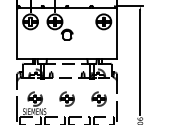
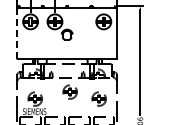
line at (17, 33): solid -> dashed
part at (66, 98) position: (66, 98) -> (69, 91)
